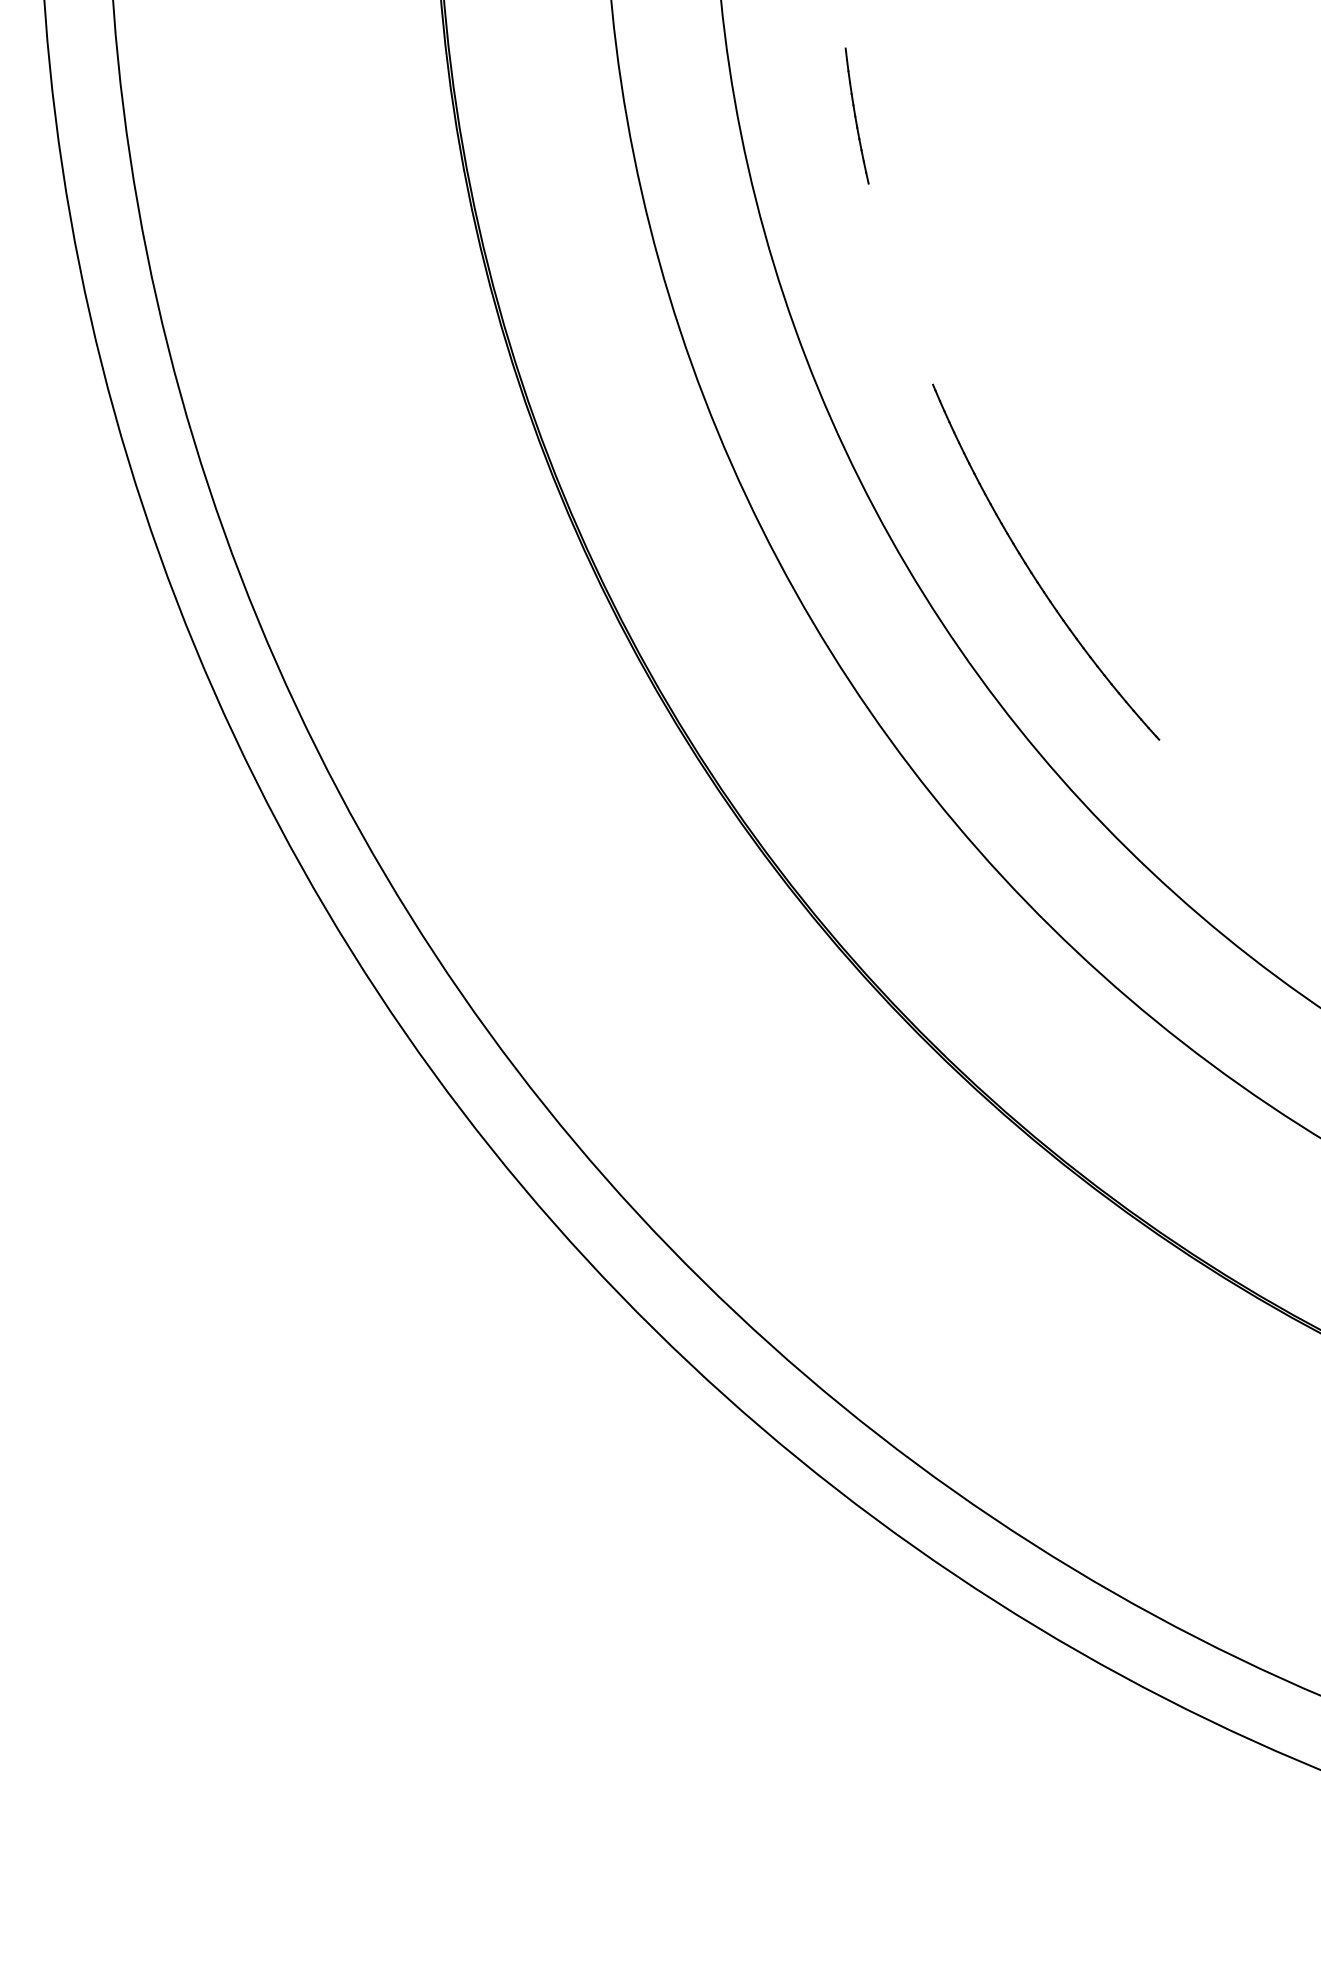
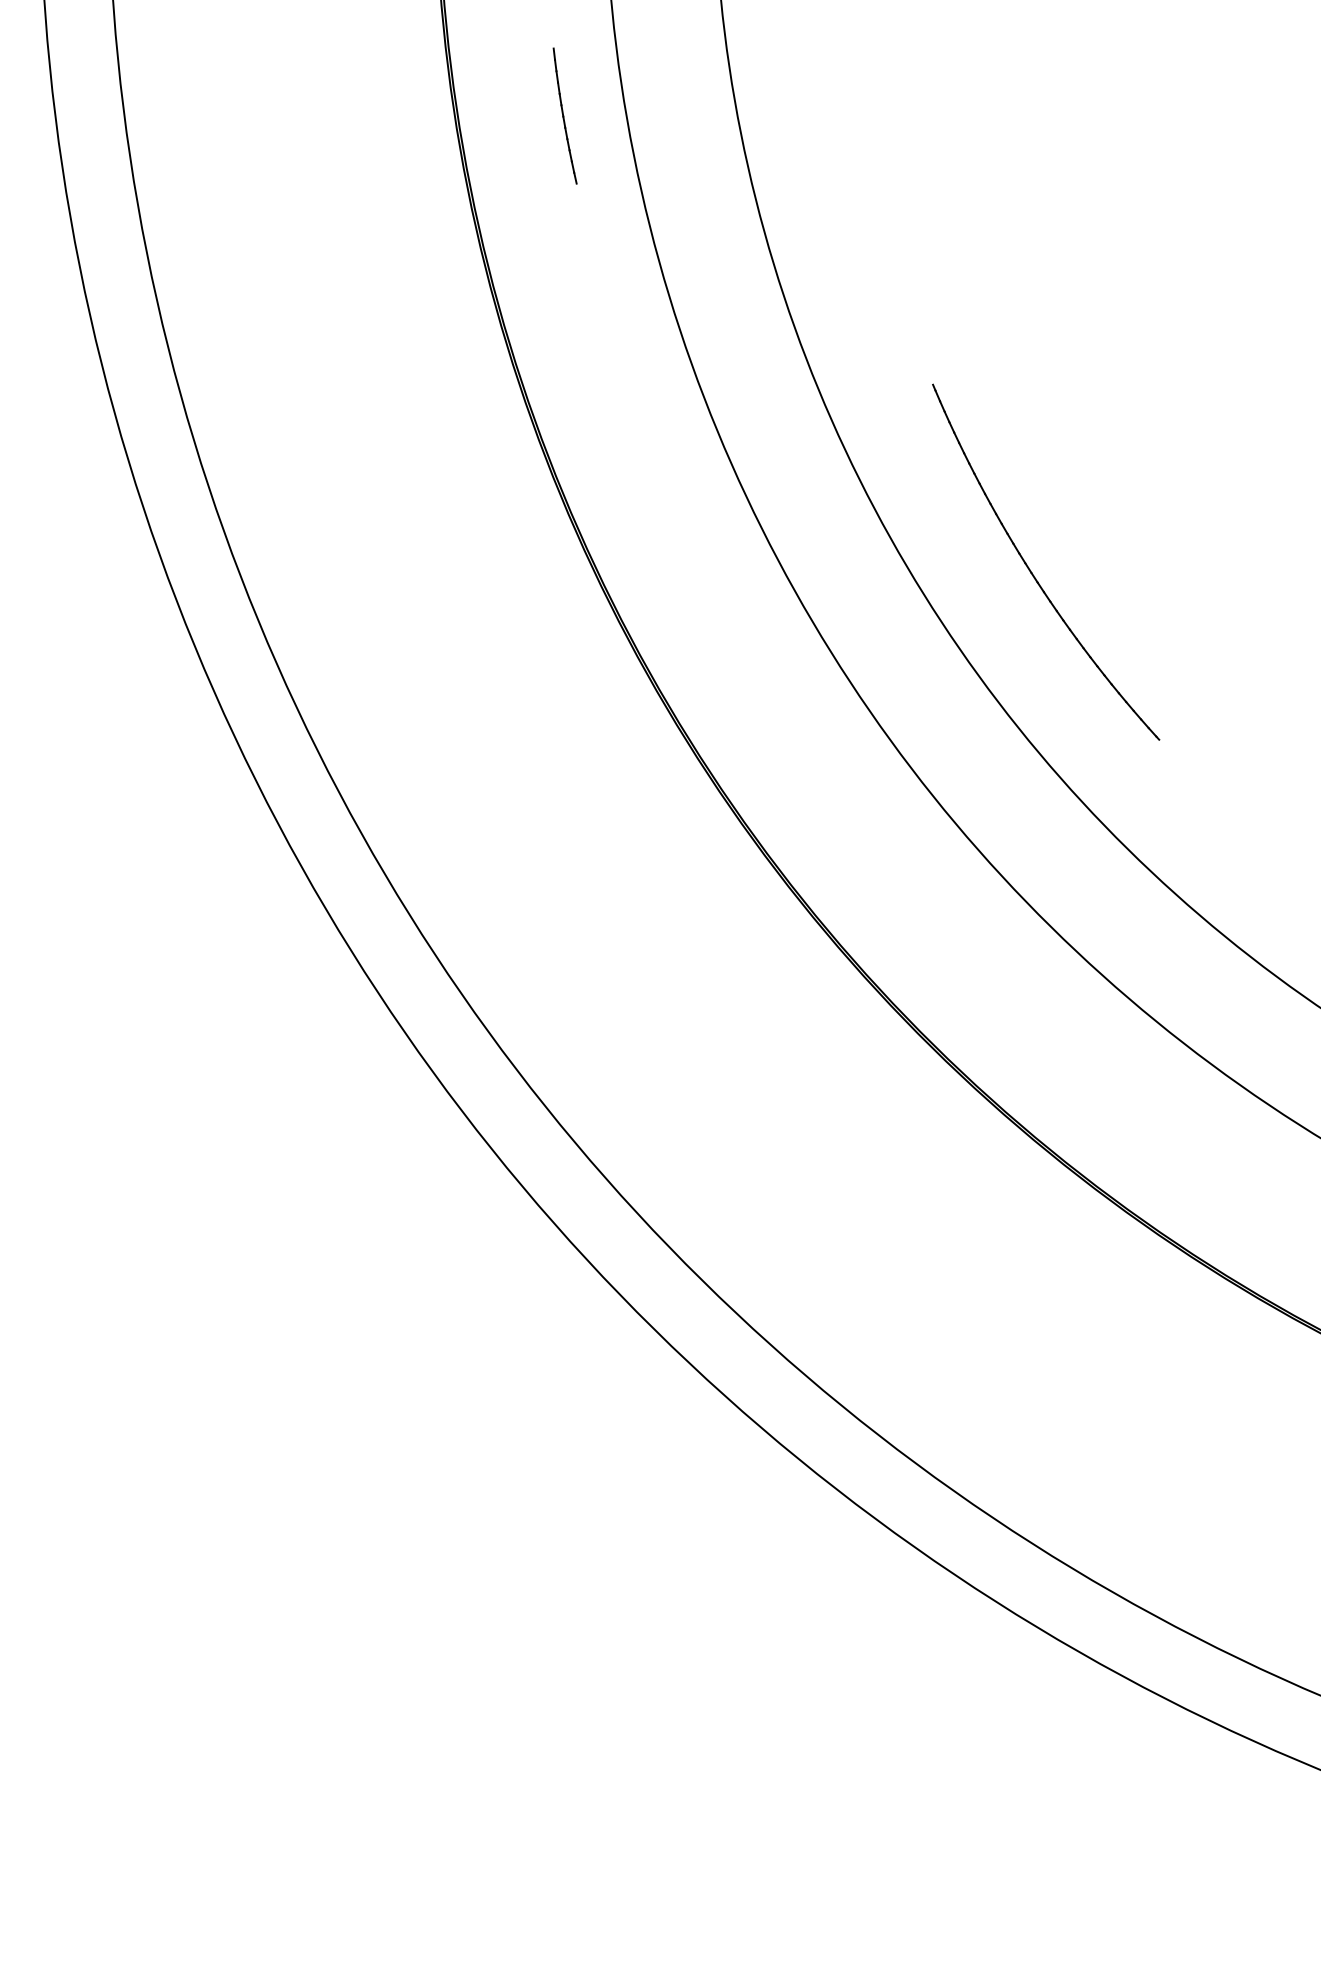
part at (856, 115) position: (856, 115) -> (564, 115)
